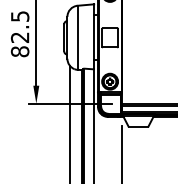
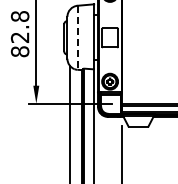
text at (19, 16): 82.5 -> 82.8
line at (77, 38): solid -> dashed
